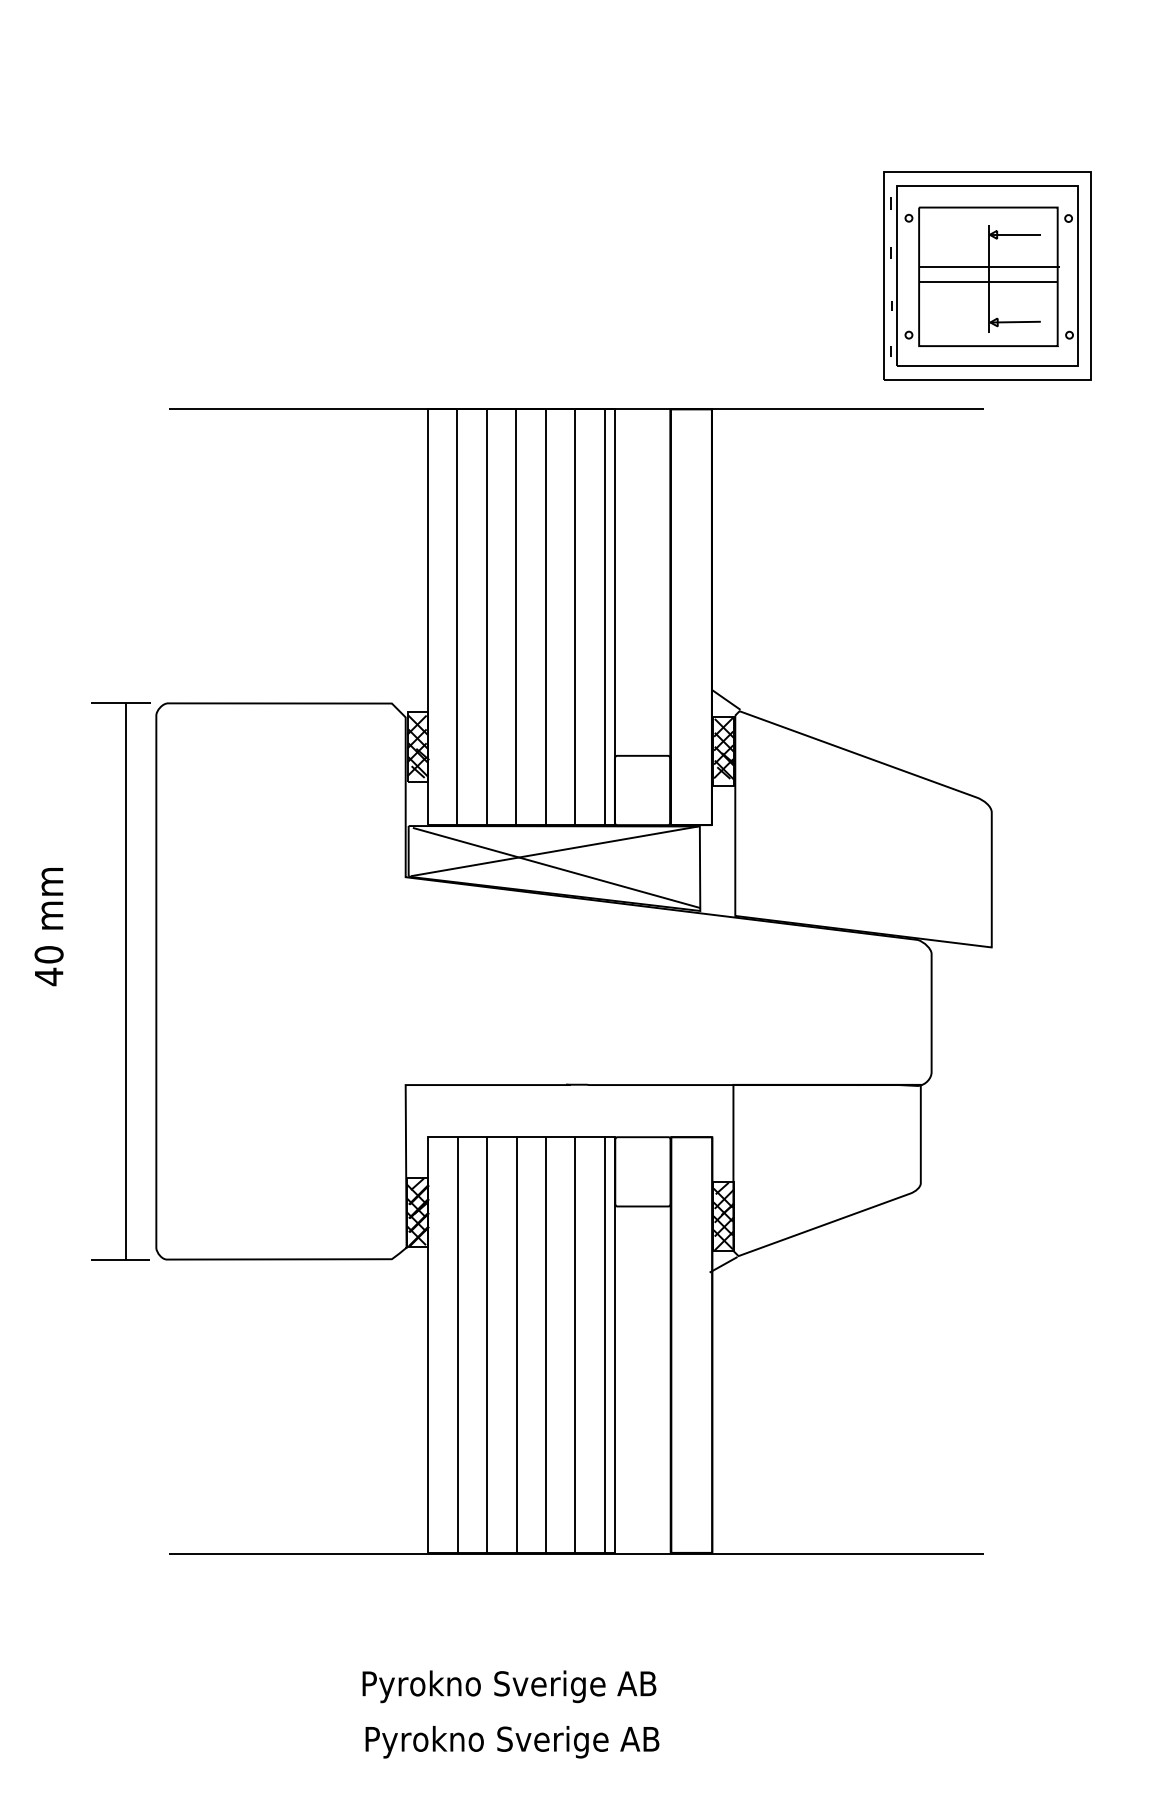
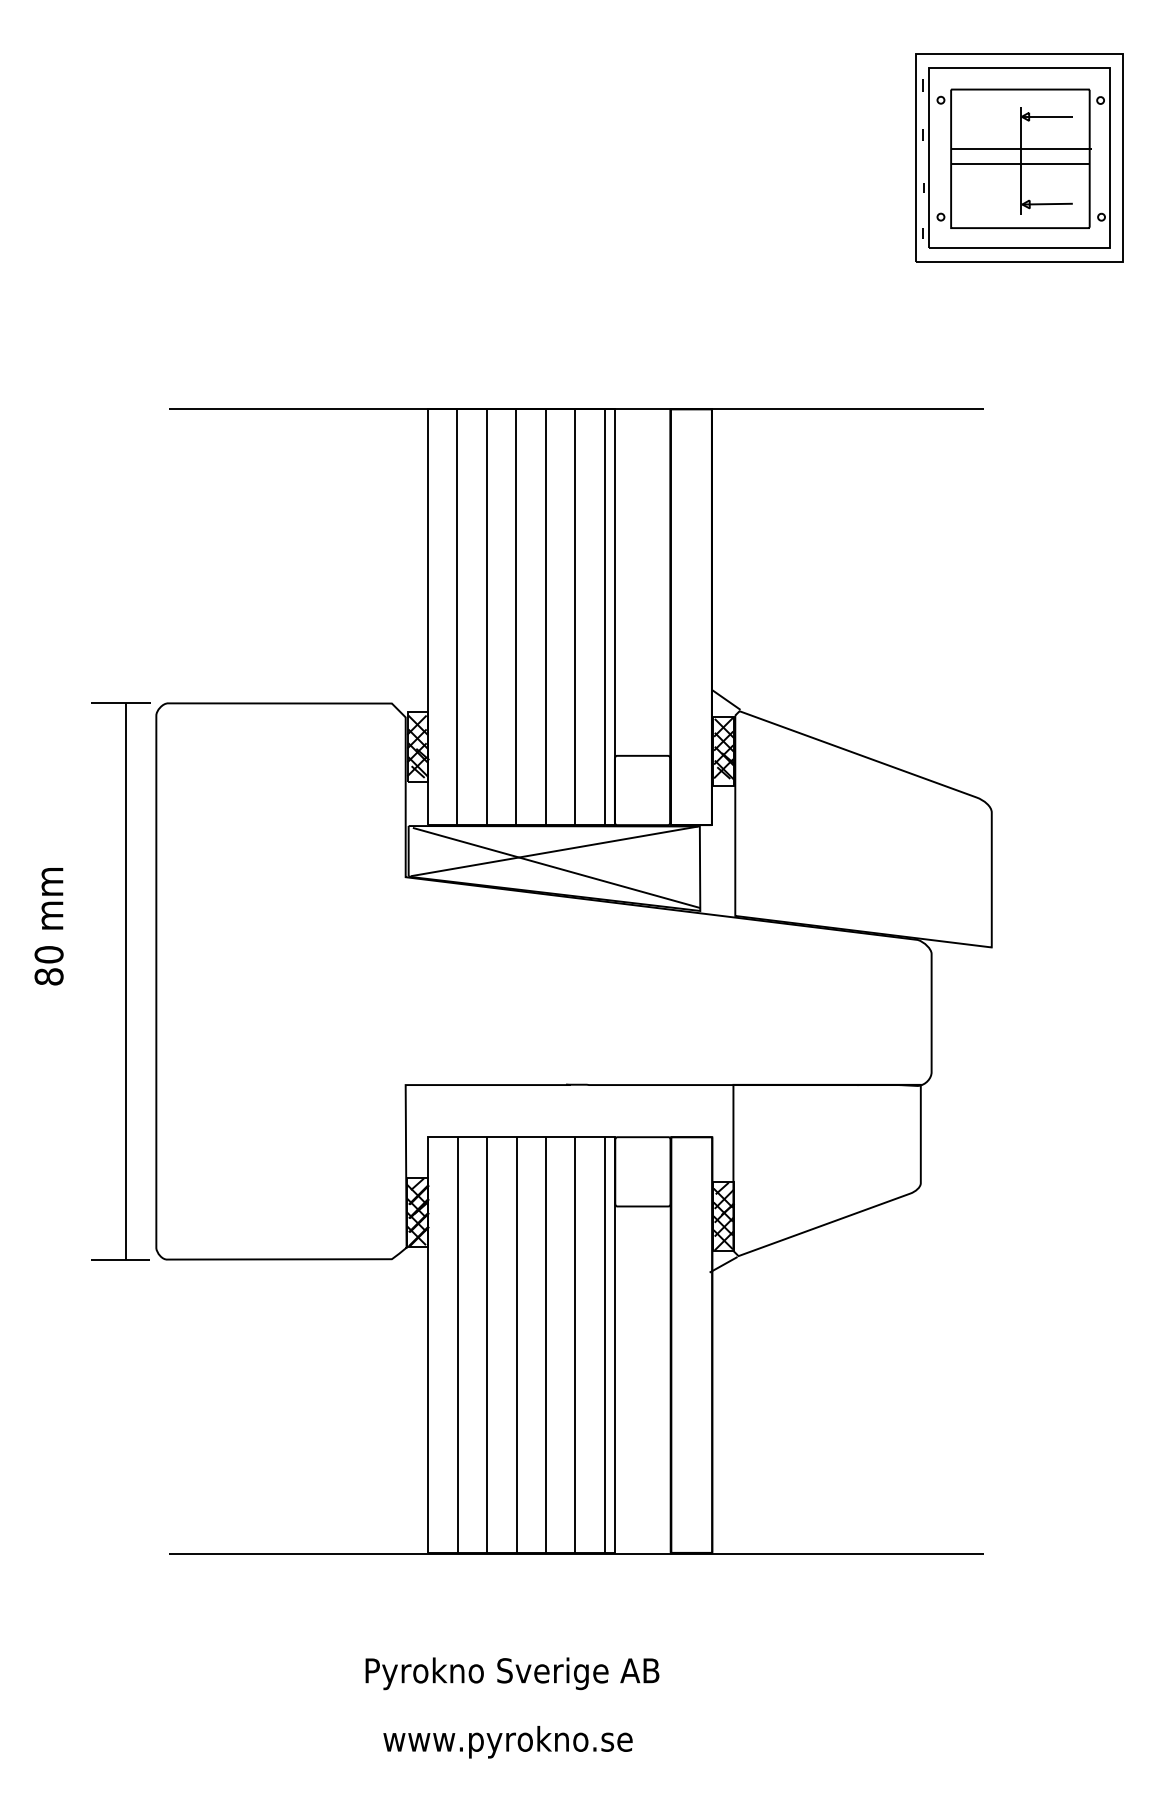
part at (987, 275) position: (987, 275) -> (1019, 157)
text at (48, 976): 40 -> 80
text at (509, 1686) position: (509, 1686) -> (512, 1673)
text at (512, 1741): Pyrokno Sverige AB -> www.pyrokno.se
